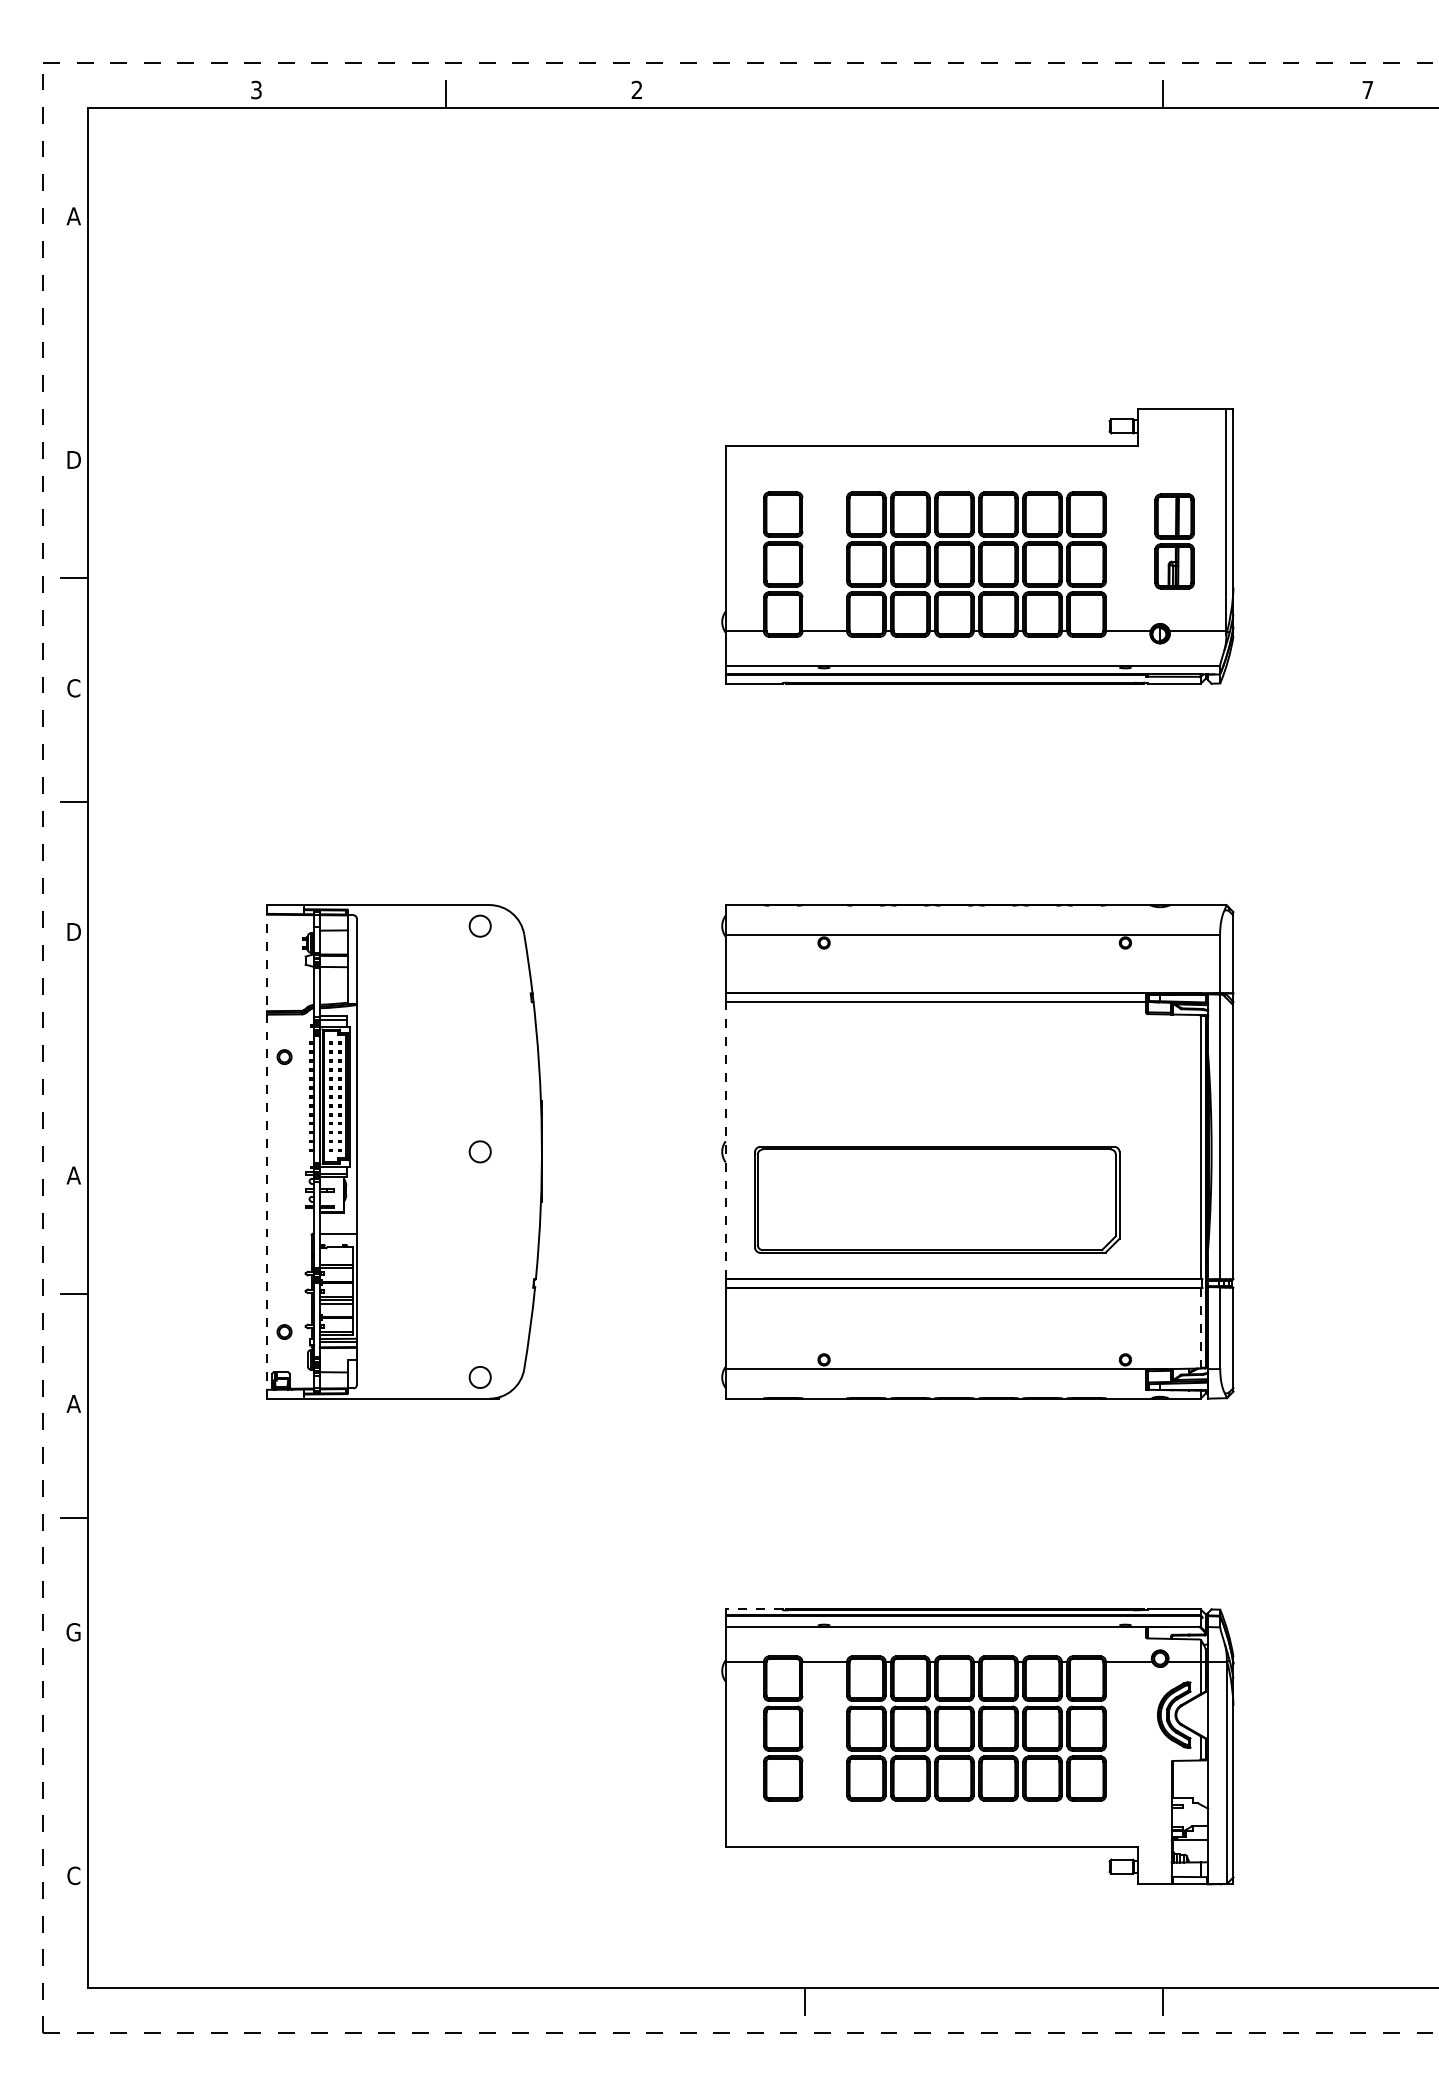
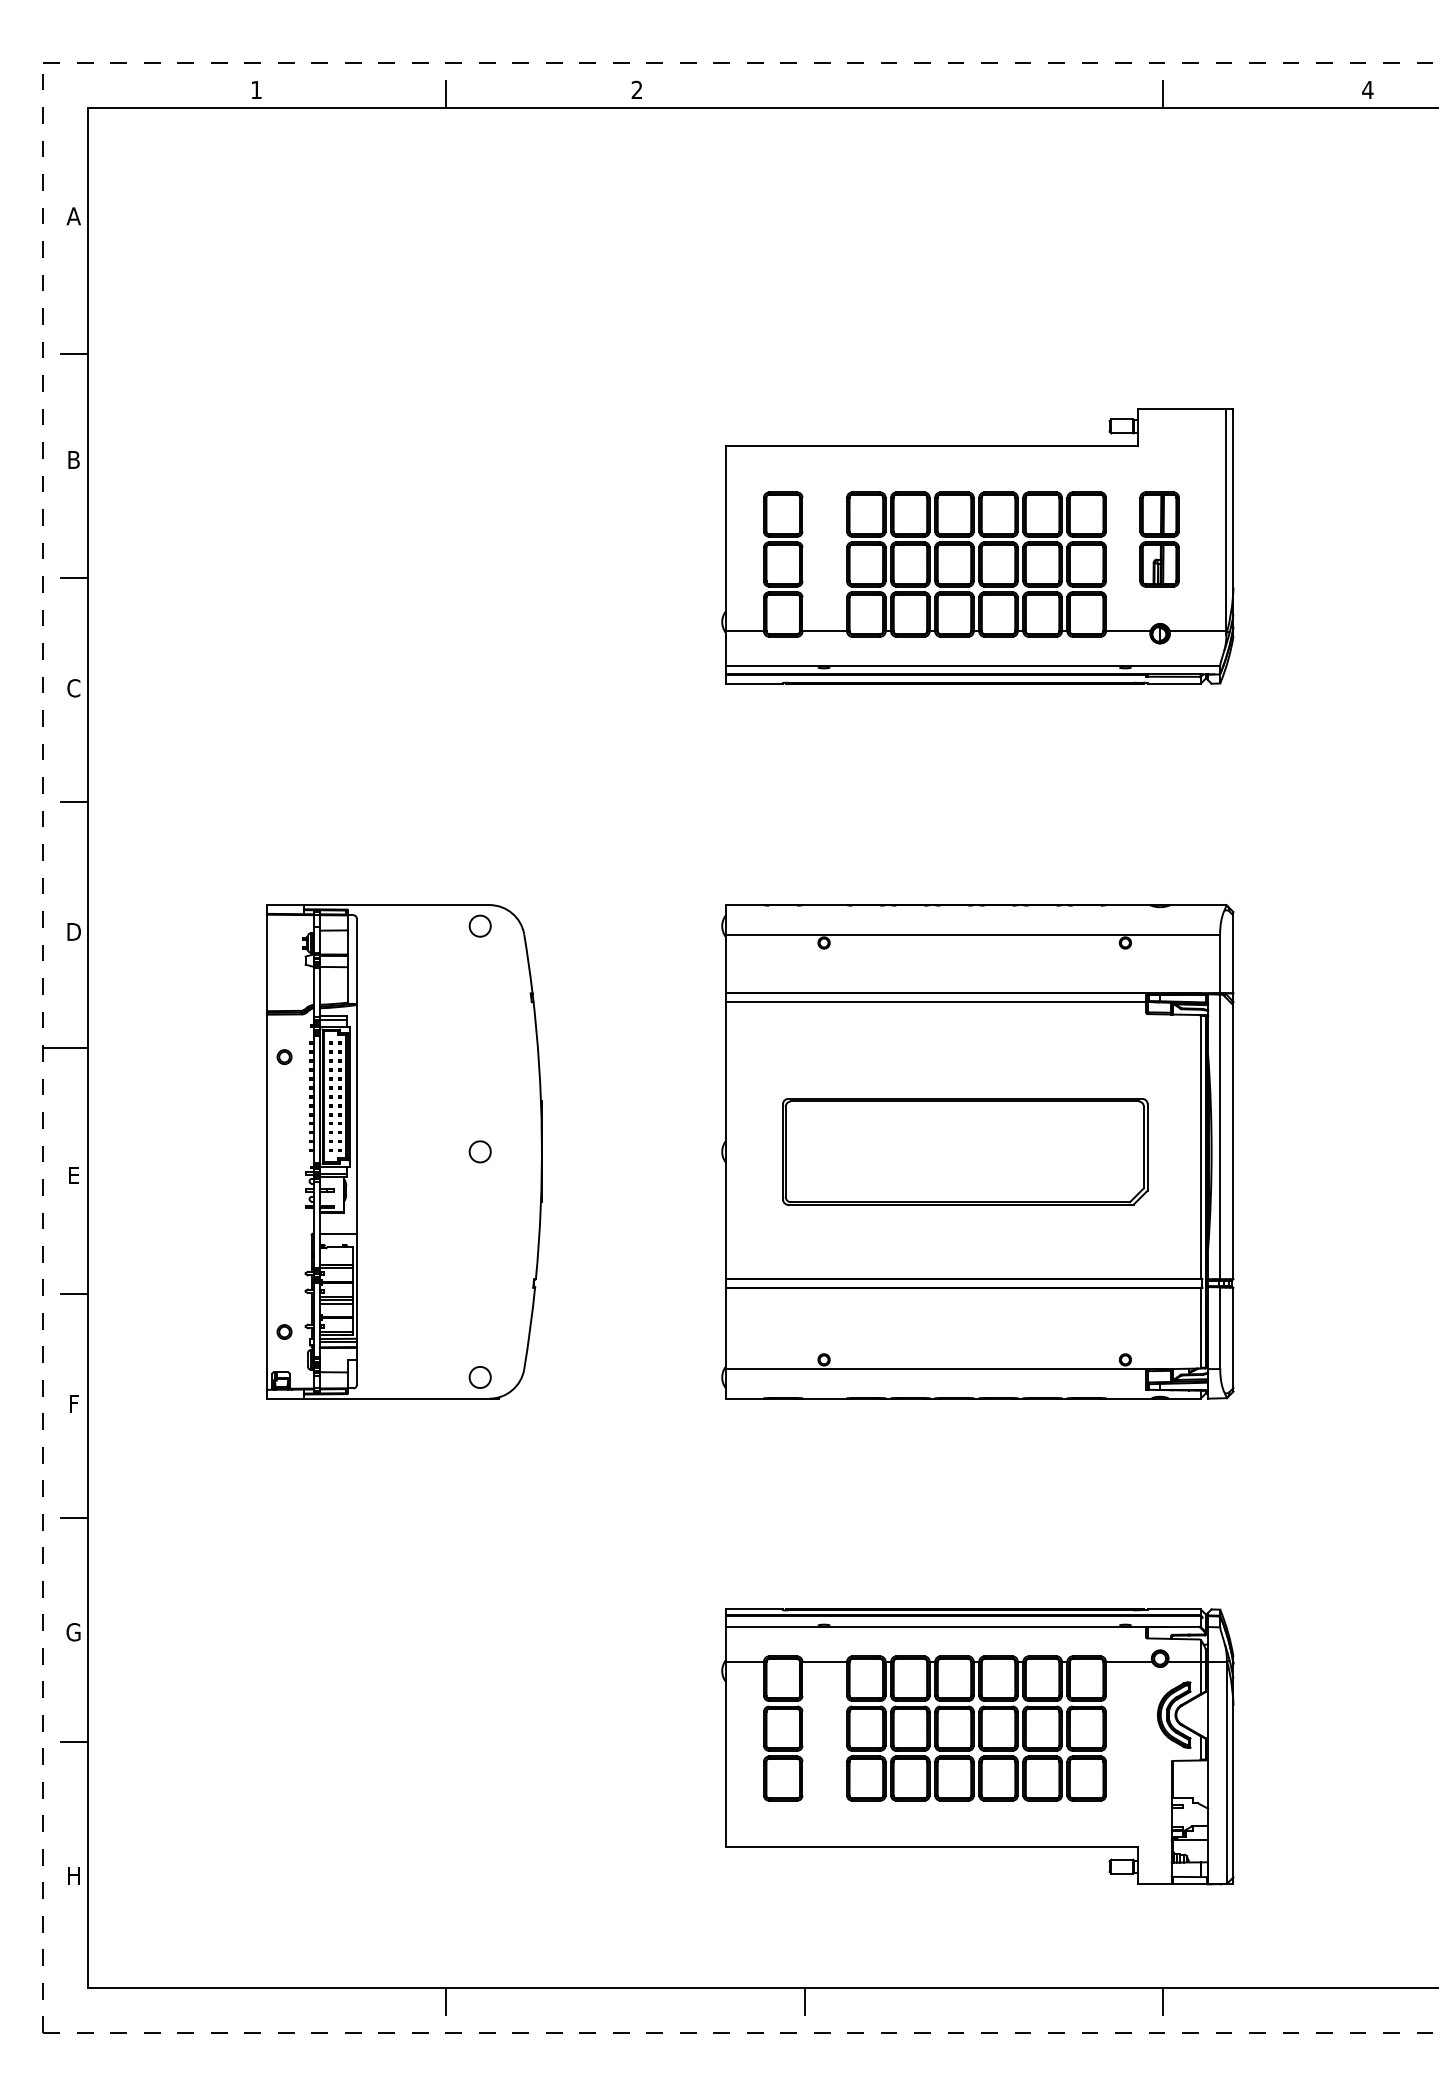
text at (256, 89): 3 -> 1
text at (1367, 89): 7 -> 4
line at (74, 353): none -> present
text at (73, 459): D -> B
part at (1174, 541) position: (1174, 541) -> (1159, 539)
line at (65, 1048): none -> present
line at (725, 1140): dashed -> solid
line at (266, 1151): dashed -> solid
text at (73, 1175): A -> E
part at (937, 1199) position: (937, 1199) -> (965, 1151)
line at (1200, 1327): dashed -> solid
text at (73, 1403): A -> F
line at (754, 1609): dashed -> solid
line at (74, 1742): none -> present
text at (73, 1875): C -> H
line at (446, 2001): none -> present
